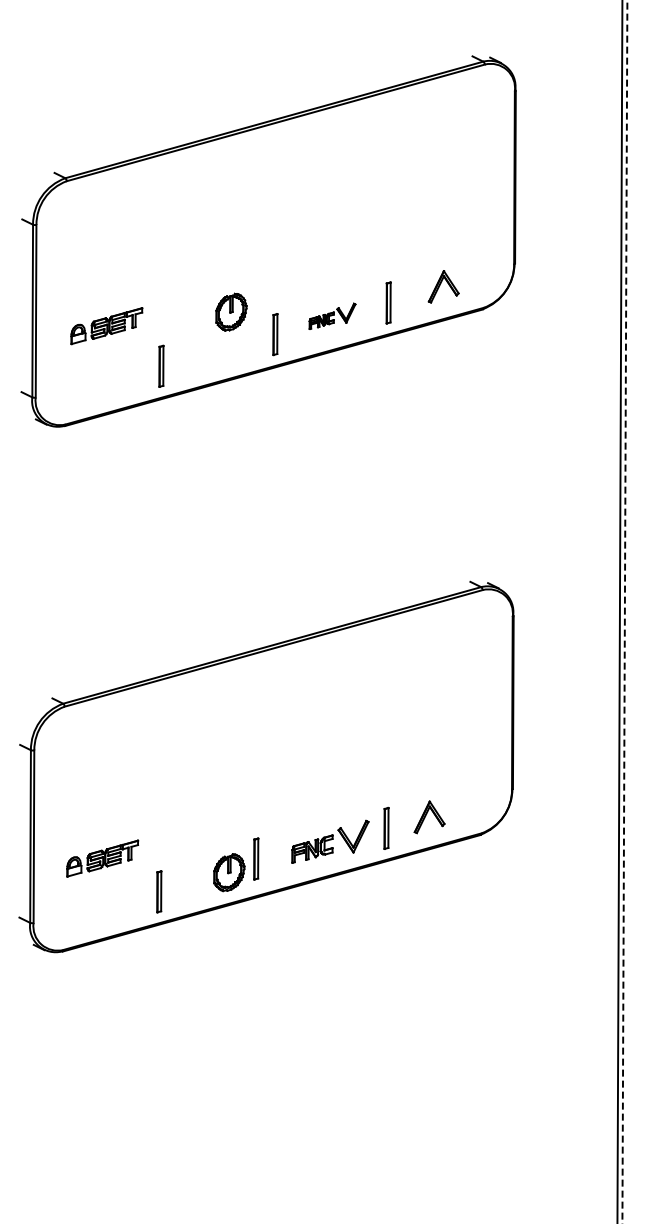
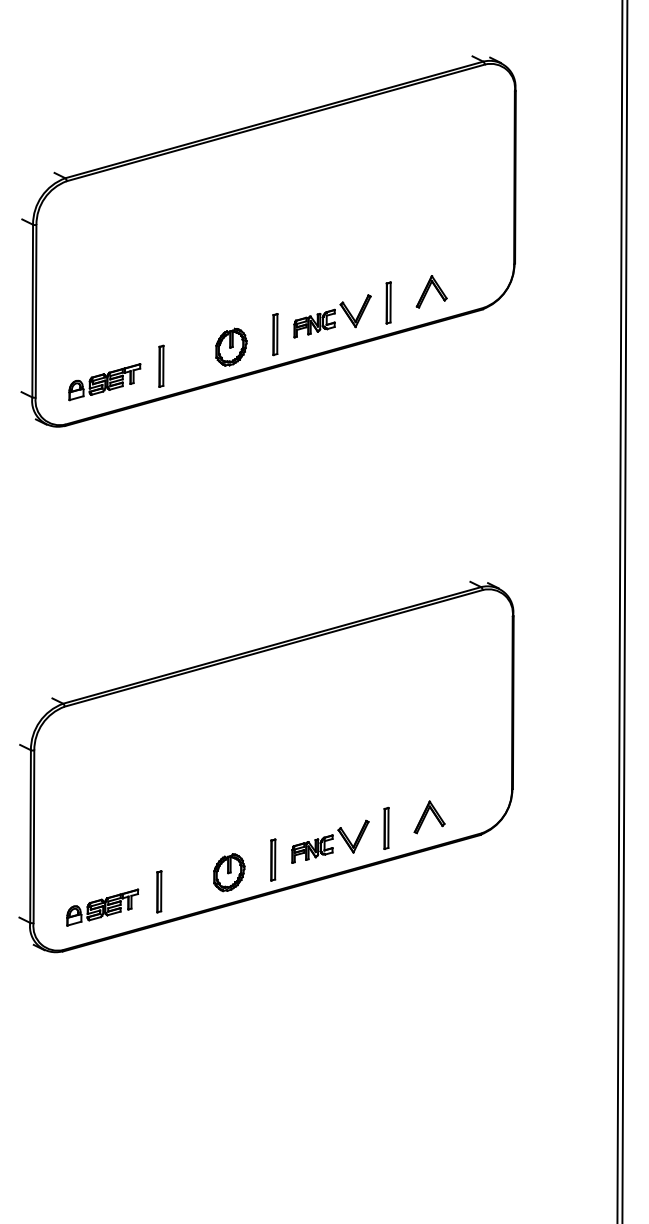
part at (443, 286) position: (443, 286) -> (431, 291)
part at (231, 311) position: (231, 311) -> (231, 346)
part at (332, 315) size: 49x28 px -> 79x45 px
part at (106, 326) position: (106, 326) -> (104, 382)
line at (624, 611): dashed -> solid
part at (102, 858) position: (102, 858) -> (102, 907)
part at (256, 858) position: (256, 858) -> (273, 859)
